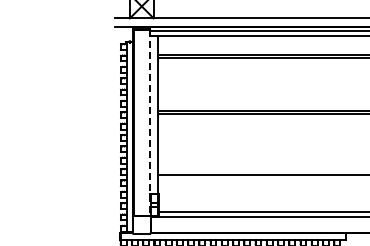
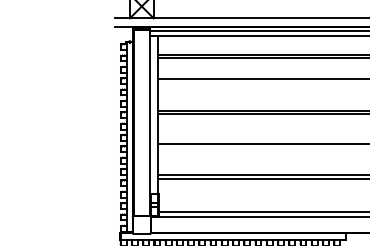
line at (262, 78): none -> present
line at (150, 123): dashed -> solid
line at (262, 143): none -> present
line at (262, 179): none -> present
